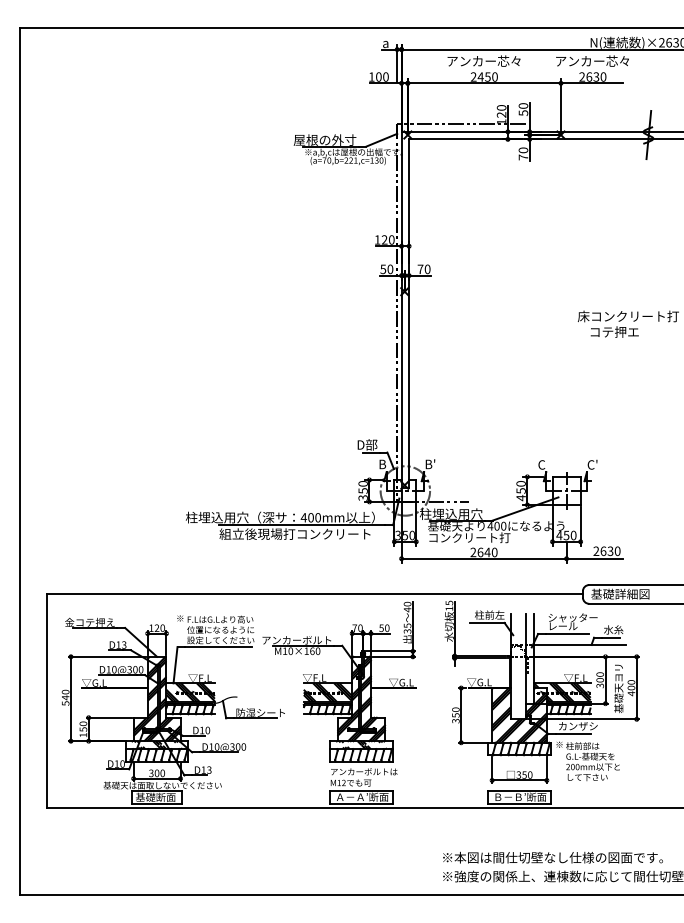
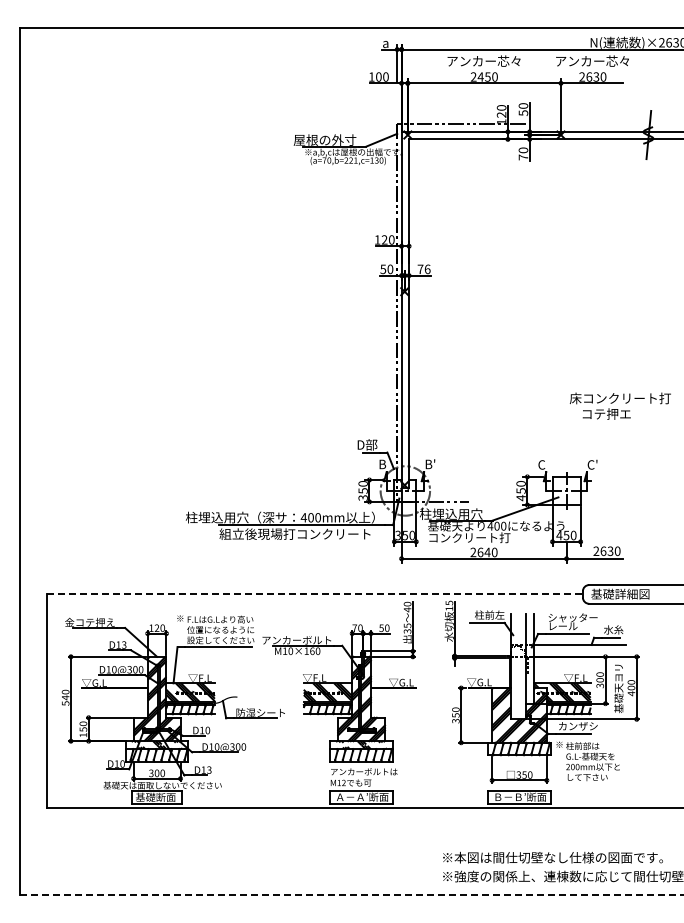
text at (427, 268): 70 -> 76
text at (627, 323) position: (627, 323) -> (619, 405)
line at (315, 594): solid -> dashed
line at (352, 895): solid -> dashed
